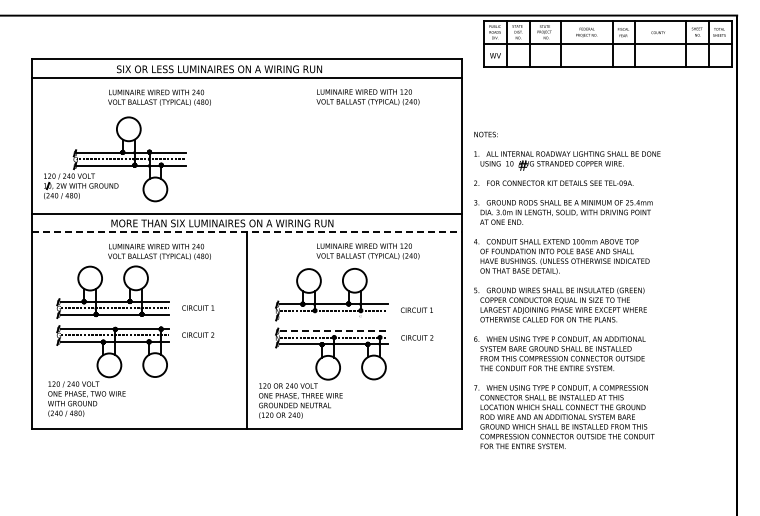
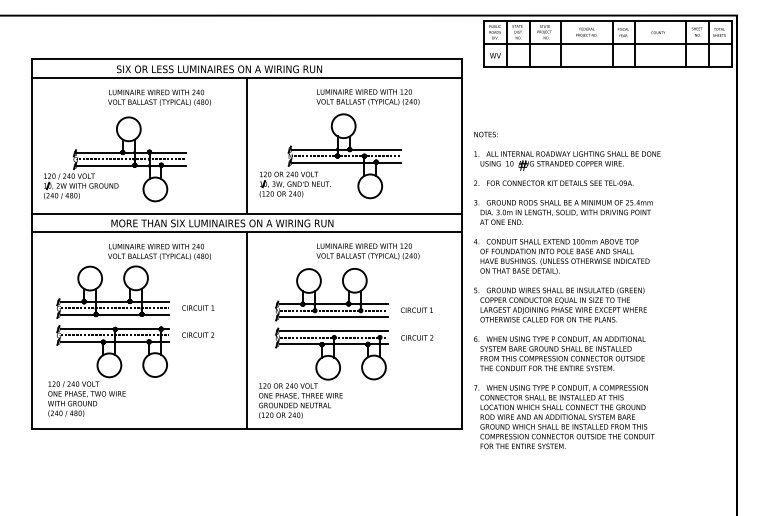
line at (247, 145): none -> present
part at (330, 156): none -> present
line at (247, 232): dashed -> solid
line at (333, 317): none -> present
line at (334, 331): dashed -> solid
